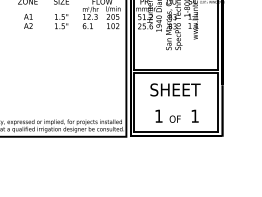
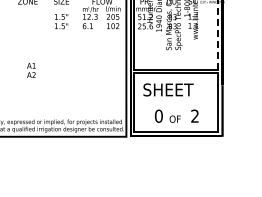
text at (28, 21) position: (28, 21) -> (31, 70)
line at (217, 34): solid -> dashed
text at (175, 89) position: (175, 89) -> (168, 89)
text at (158, 115): 1 -> 0
text at (194, 115): 1 -> 2
